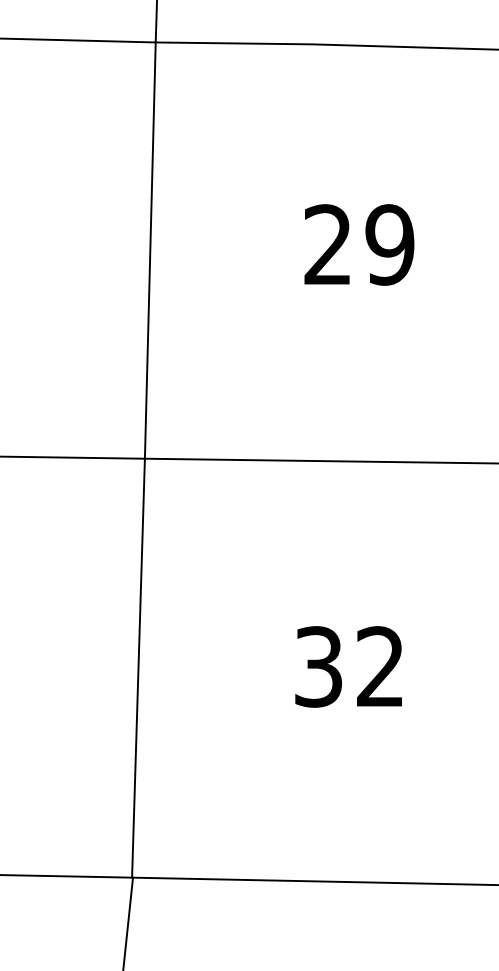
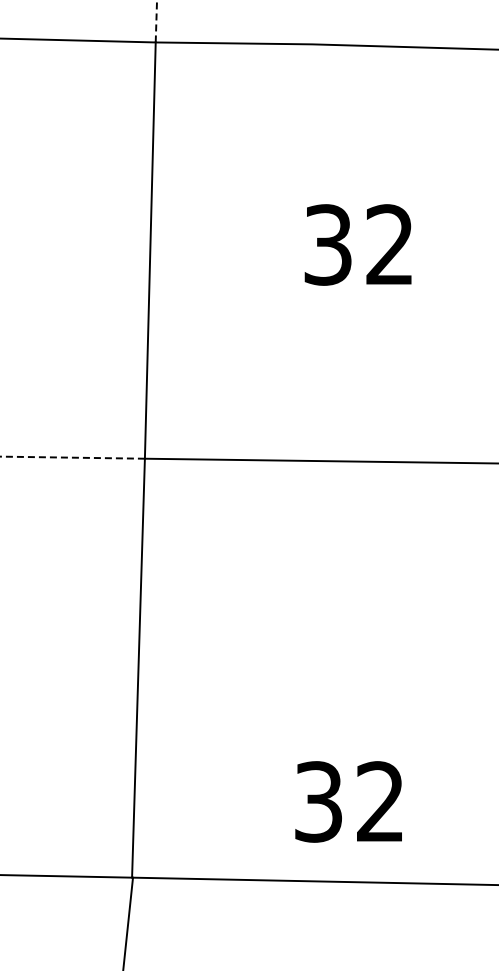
line at (156, 21): solid -> dashed
text at (359, 244): 29 -> 32
line at (72, 457): solid -> dashed
text at (348, 666) position: (348, 666) -> (348, 801)
